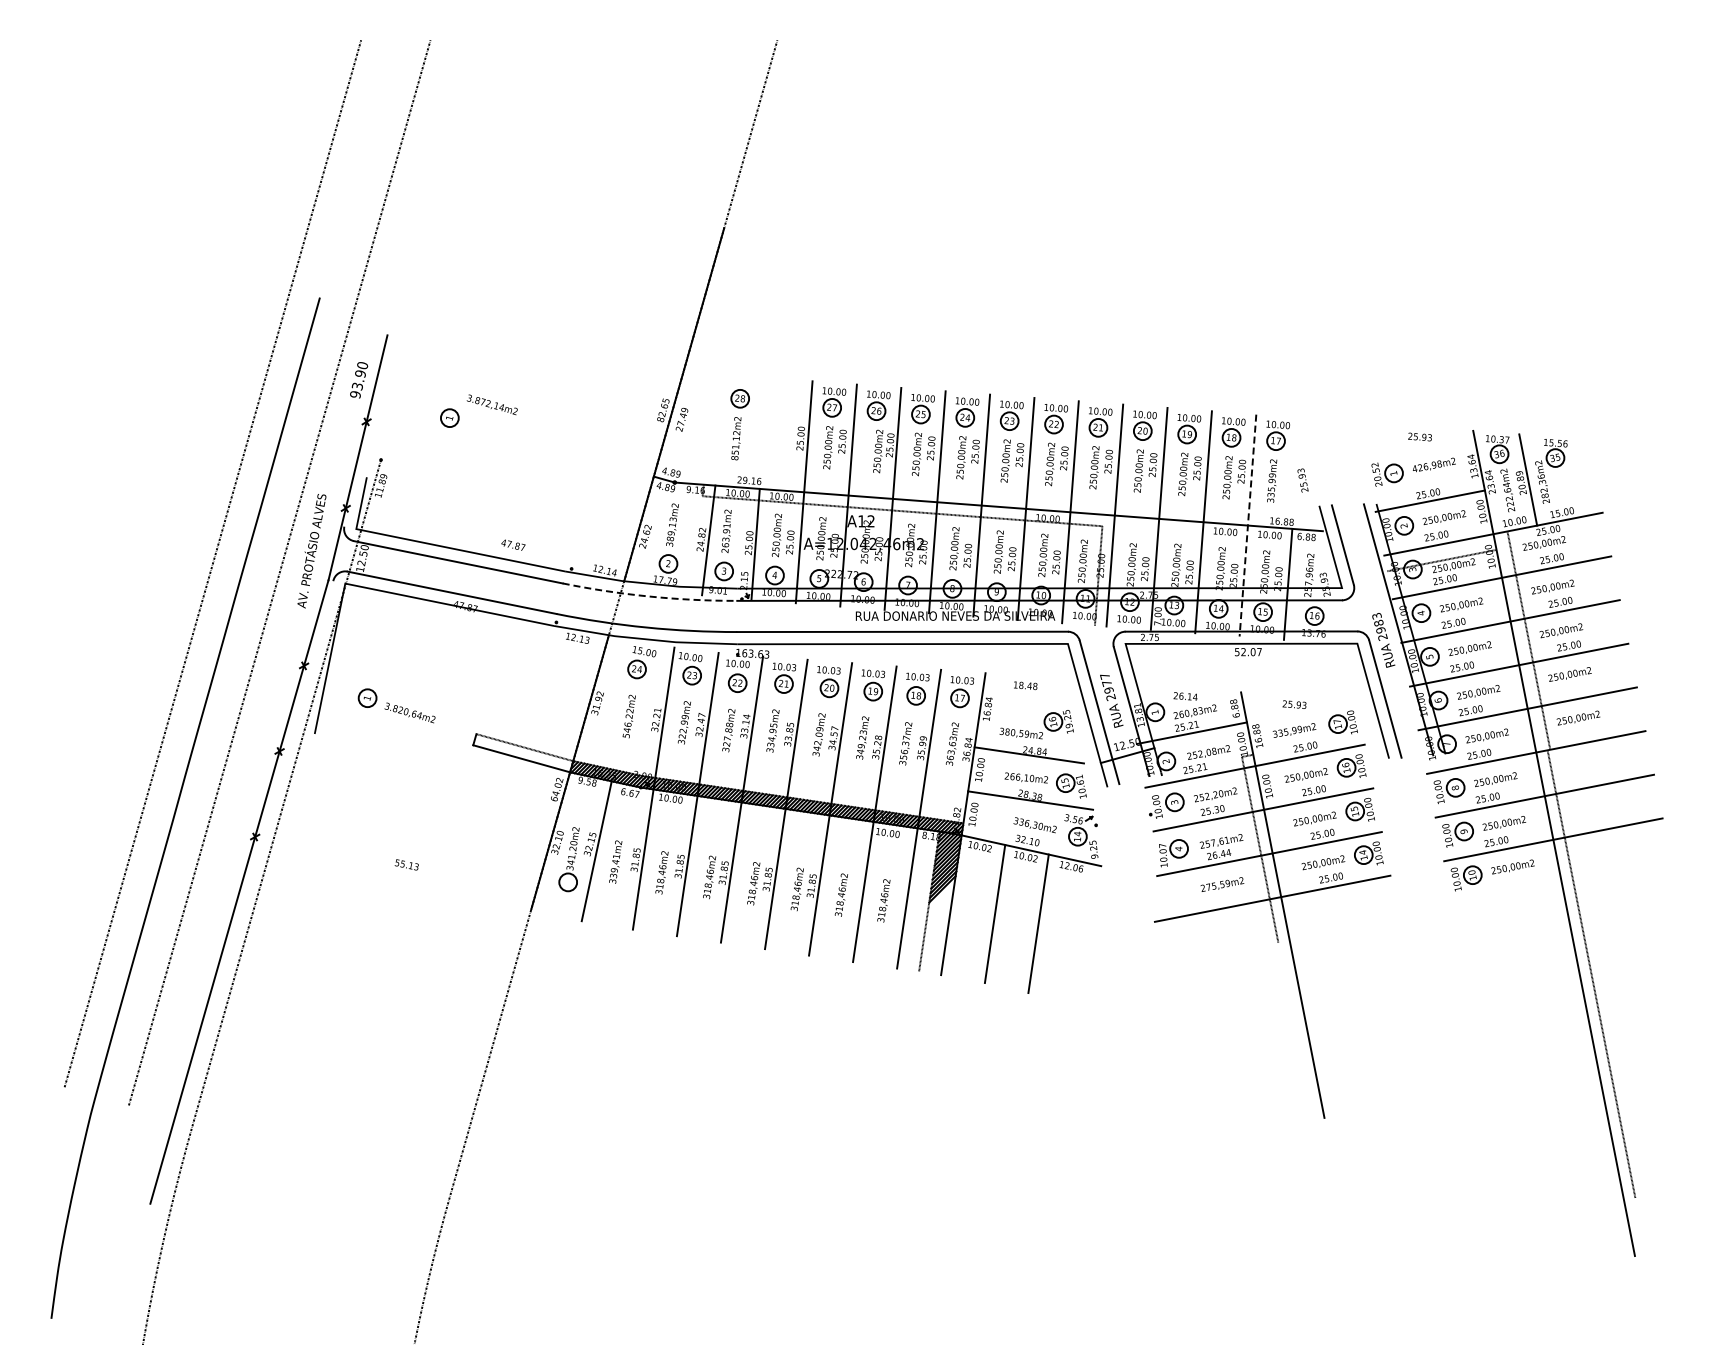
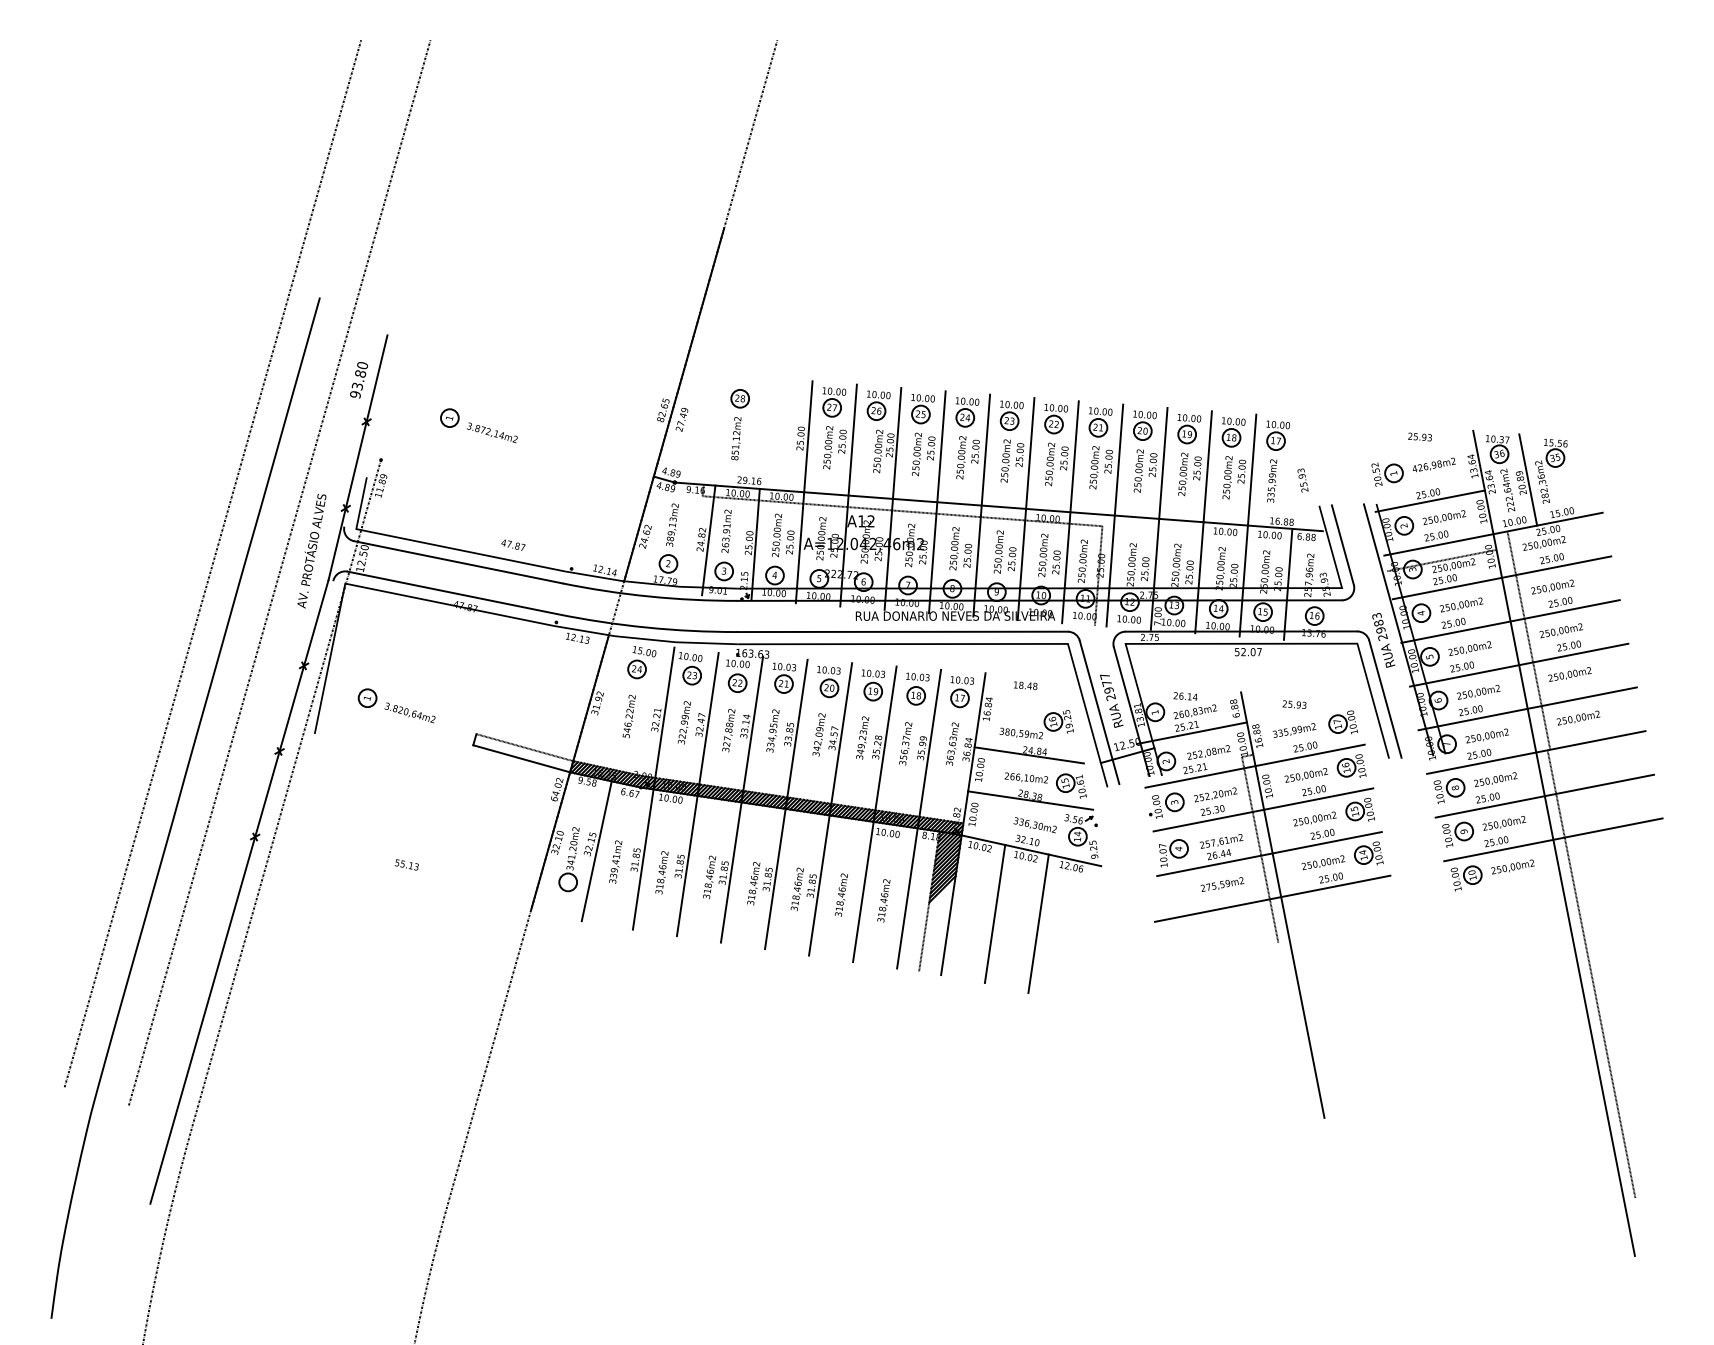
text at (360, 373): 93.90 -> 93.80
text at (491, 404) position: (491, 404) -> (491, 432)
line at (1247, 526): dashed -> solid
arc at (649, 596): dashed -> solid
